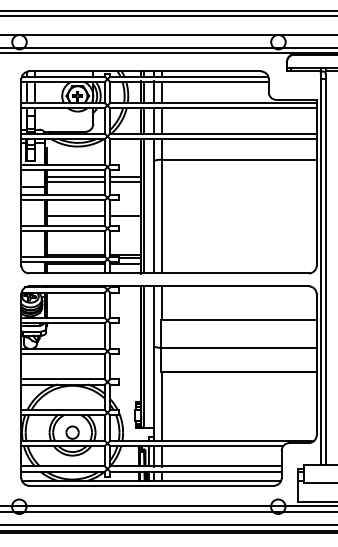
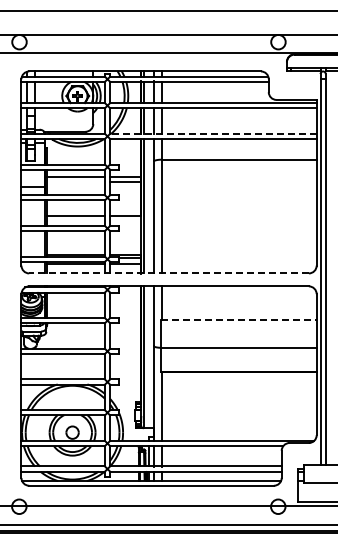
line at (168, 16): present -> none
line at (168, 48): present -> none
line at (212, 133): solid -> dashed
line at (75, 182): present -> none
line at (169, 273): solid -> dashed
line at (239, 320): solid -> dashed
line at (168, 511): present -> none
